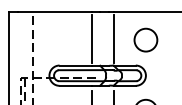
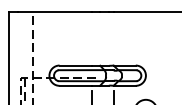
line at (91, 38): present -> none
line at (114, 38): present -> none
circle at (145, 39): present -> none
